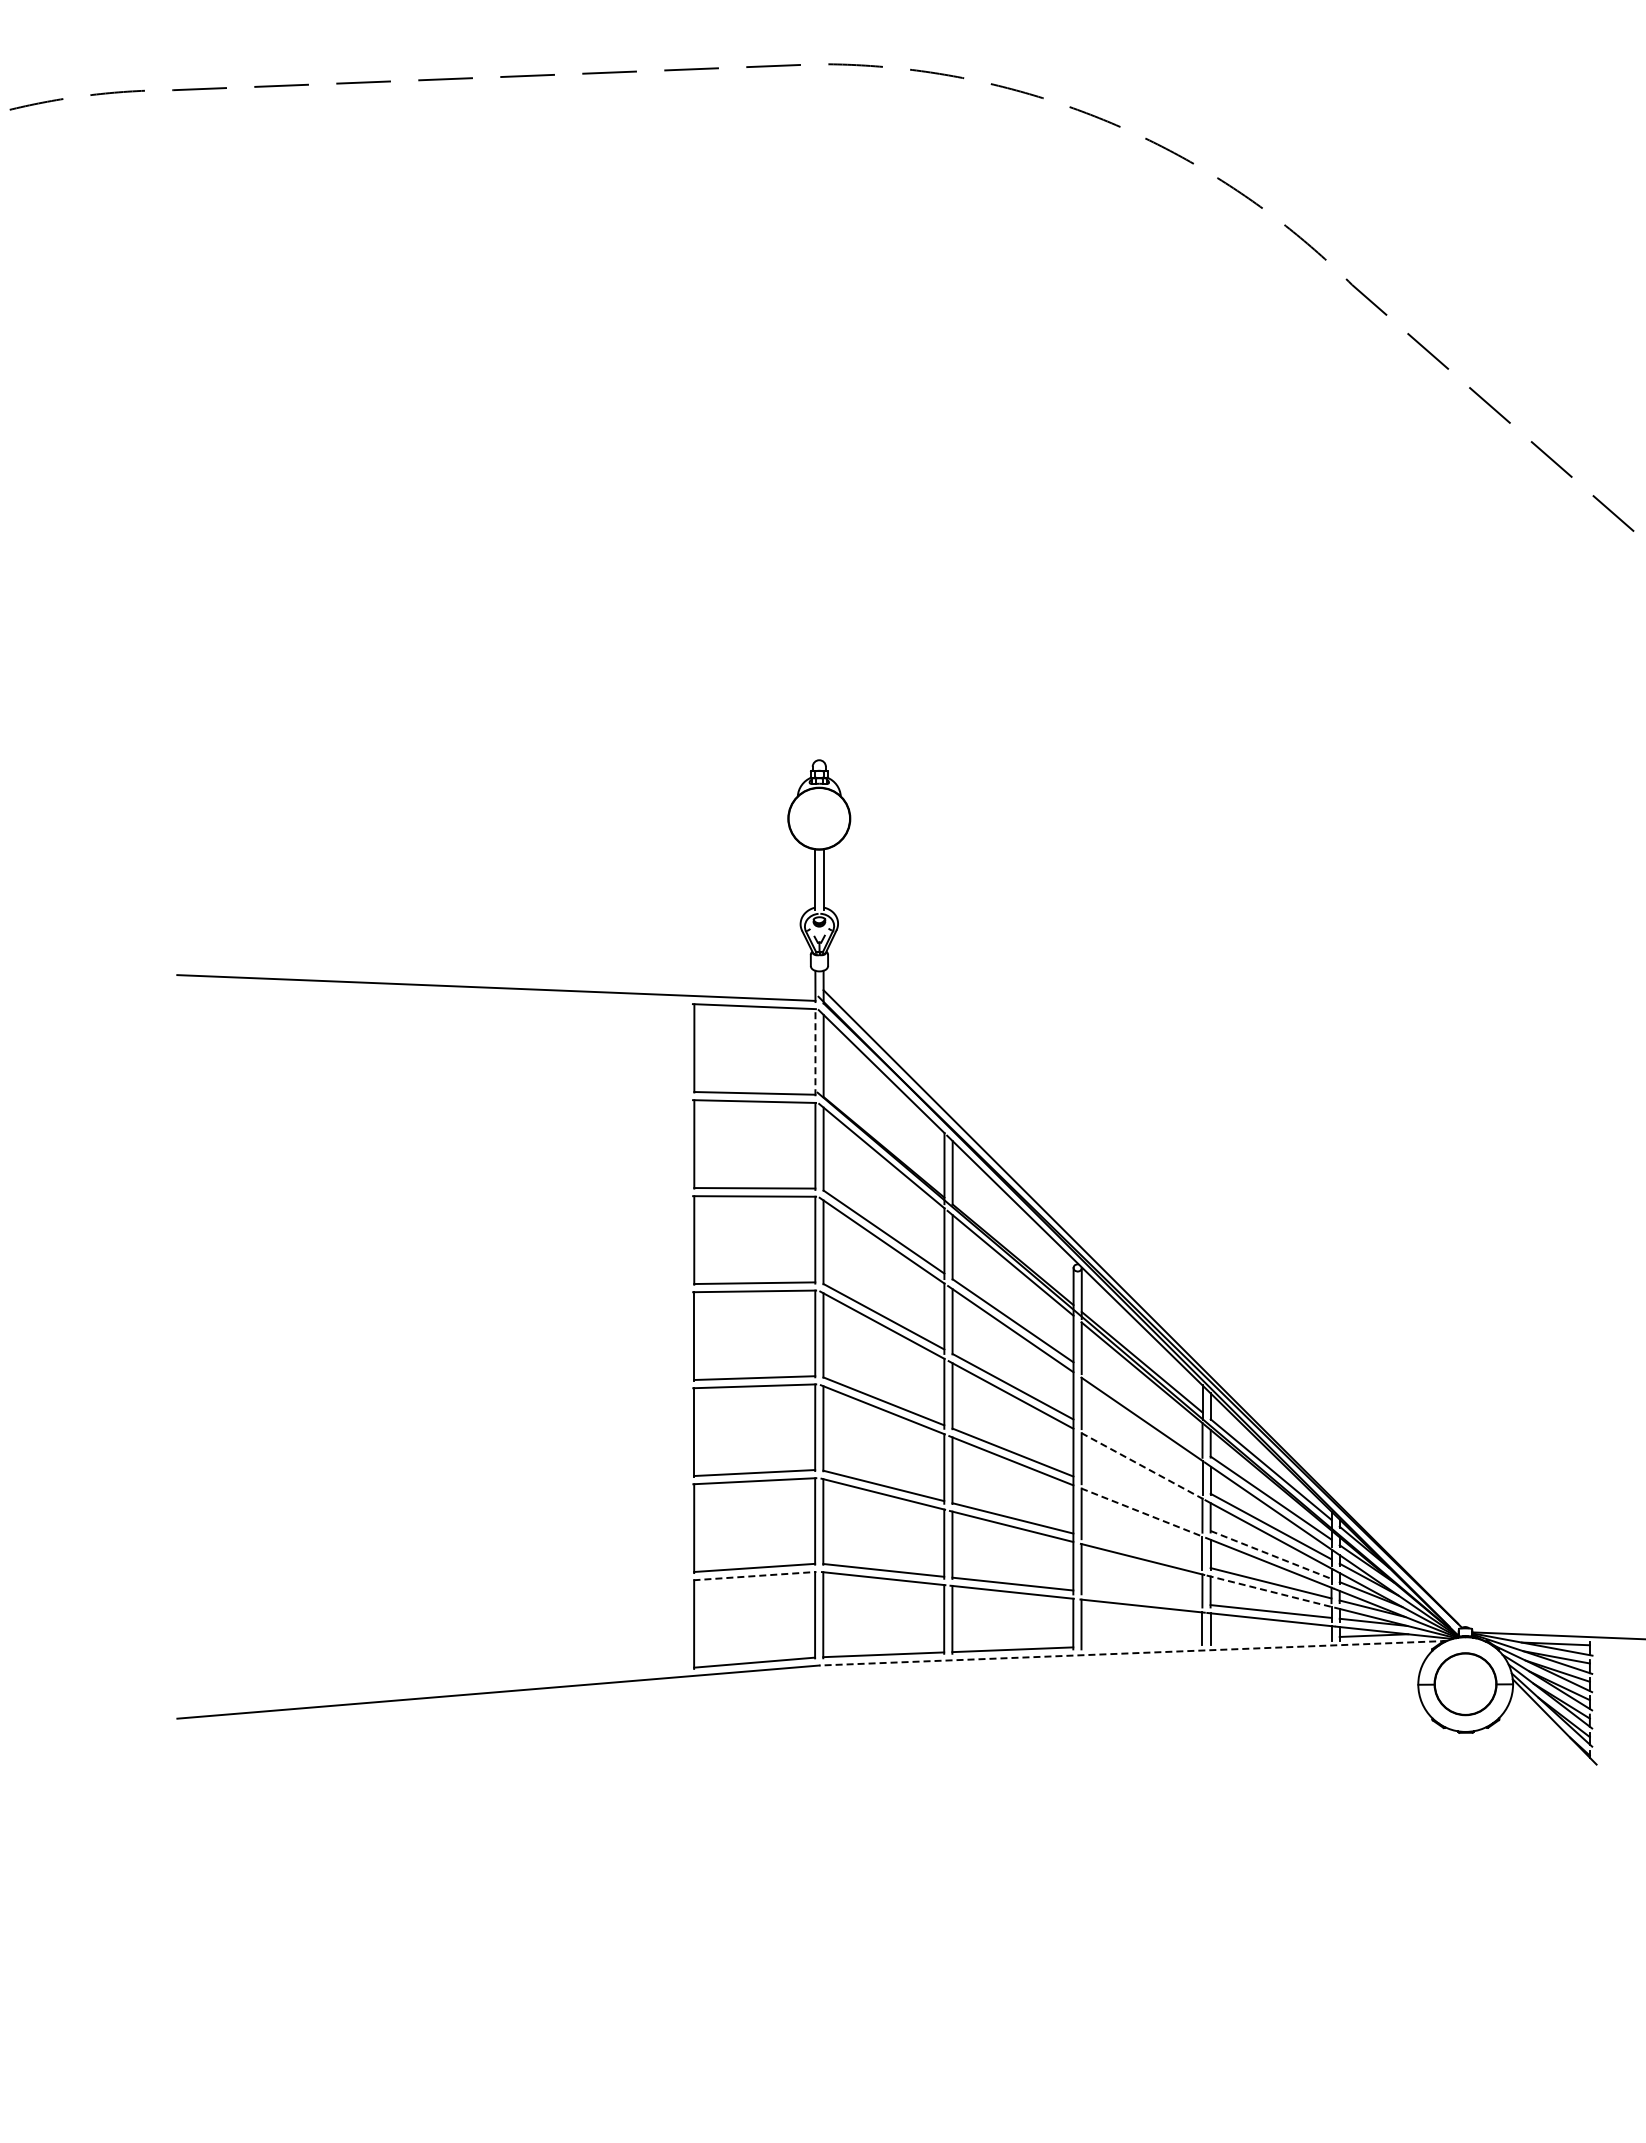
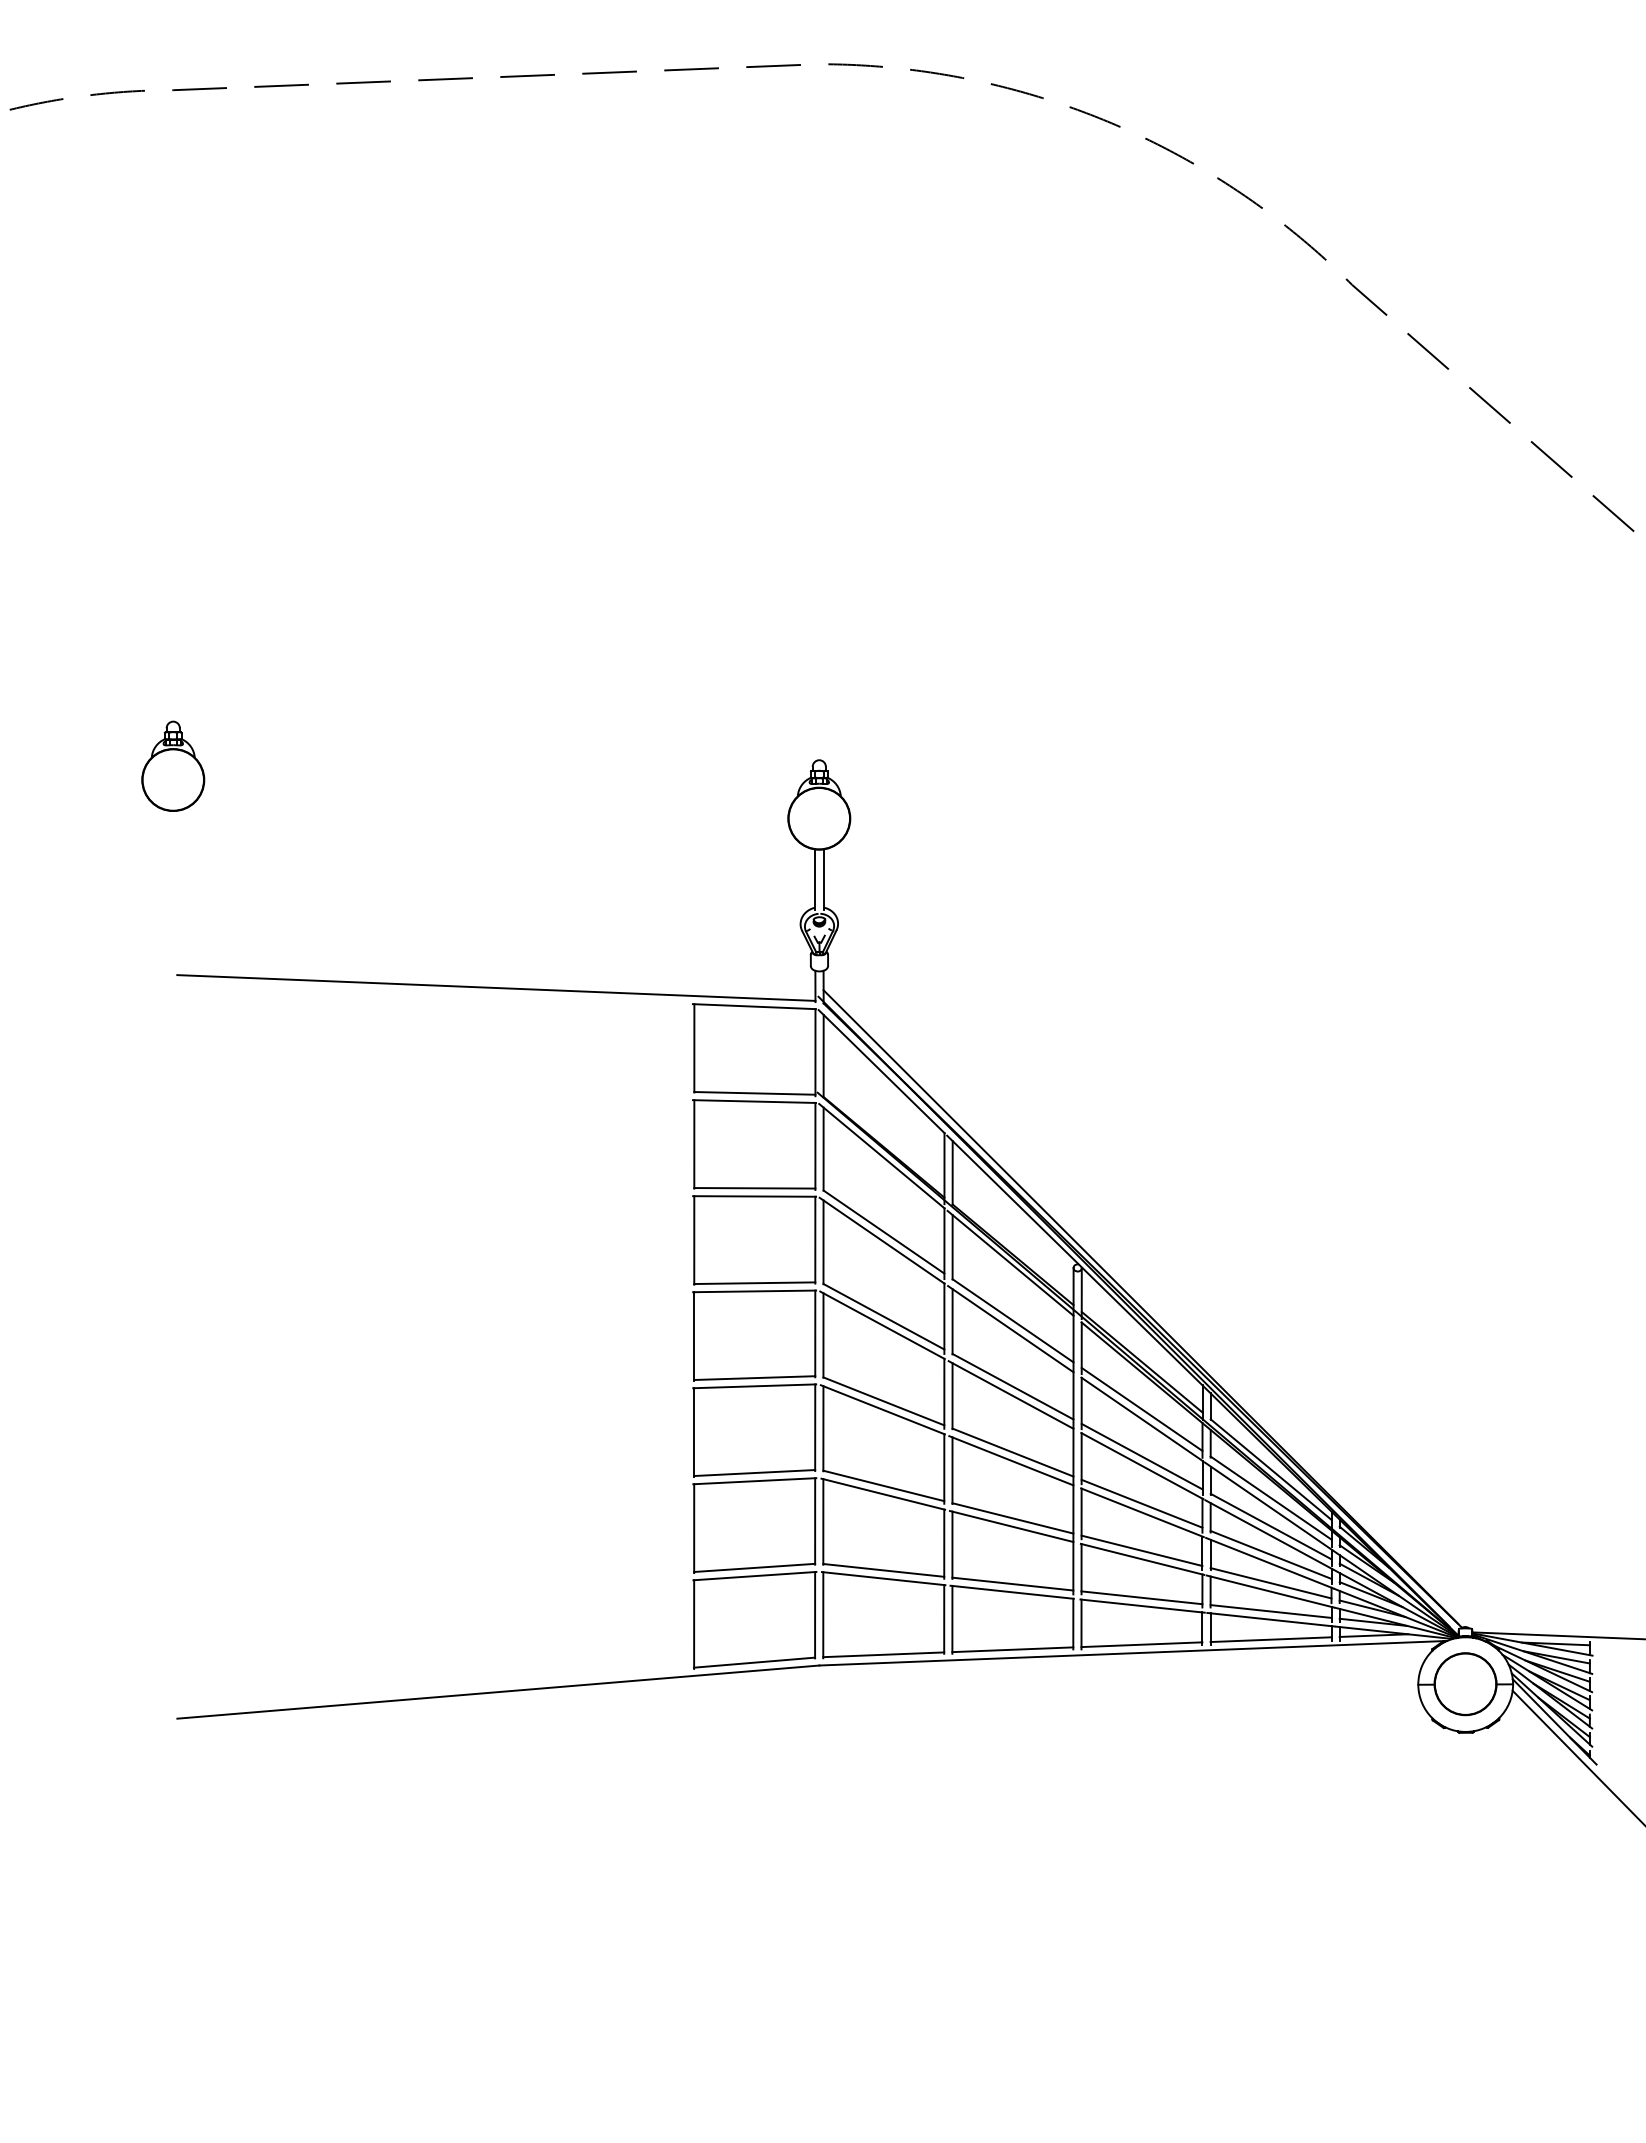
part at (173, 765): none -> present
line at (815, 1052): dashed -> solid
line at (1141, 1408): none -> present
line at (1141, 1456): none -> present
line at (1142, 1466): dashed -> solid
line at (1141, 1503): none -> present
line at (1142, 1512): dashed -> solid
line at (1141, 1550): none -> present
line at (1271, 1555): dashed -> solid
line at (754, 1576): dashed -> solid
line at (1270, 1591): dashed -> solid
line at (1141, 1597): none -> present
line at (1270, 1639): none -> present
line at (1141, 1644): none -> present
line at (1132, 1653): dashed -> solid
line at (1577, 1756): none -> present
